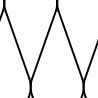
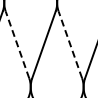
line at (17, 44): solid -> dashed
line at (70, 44): solid -> dashed
